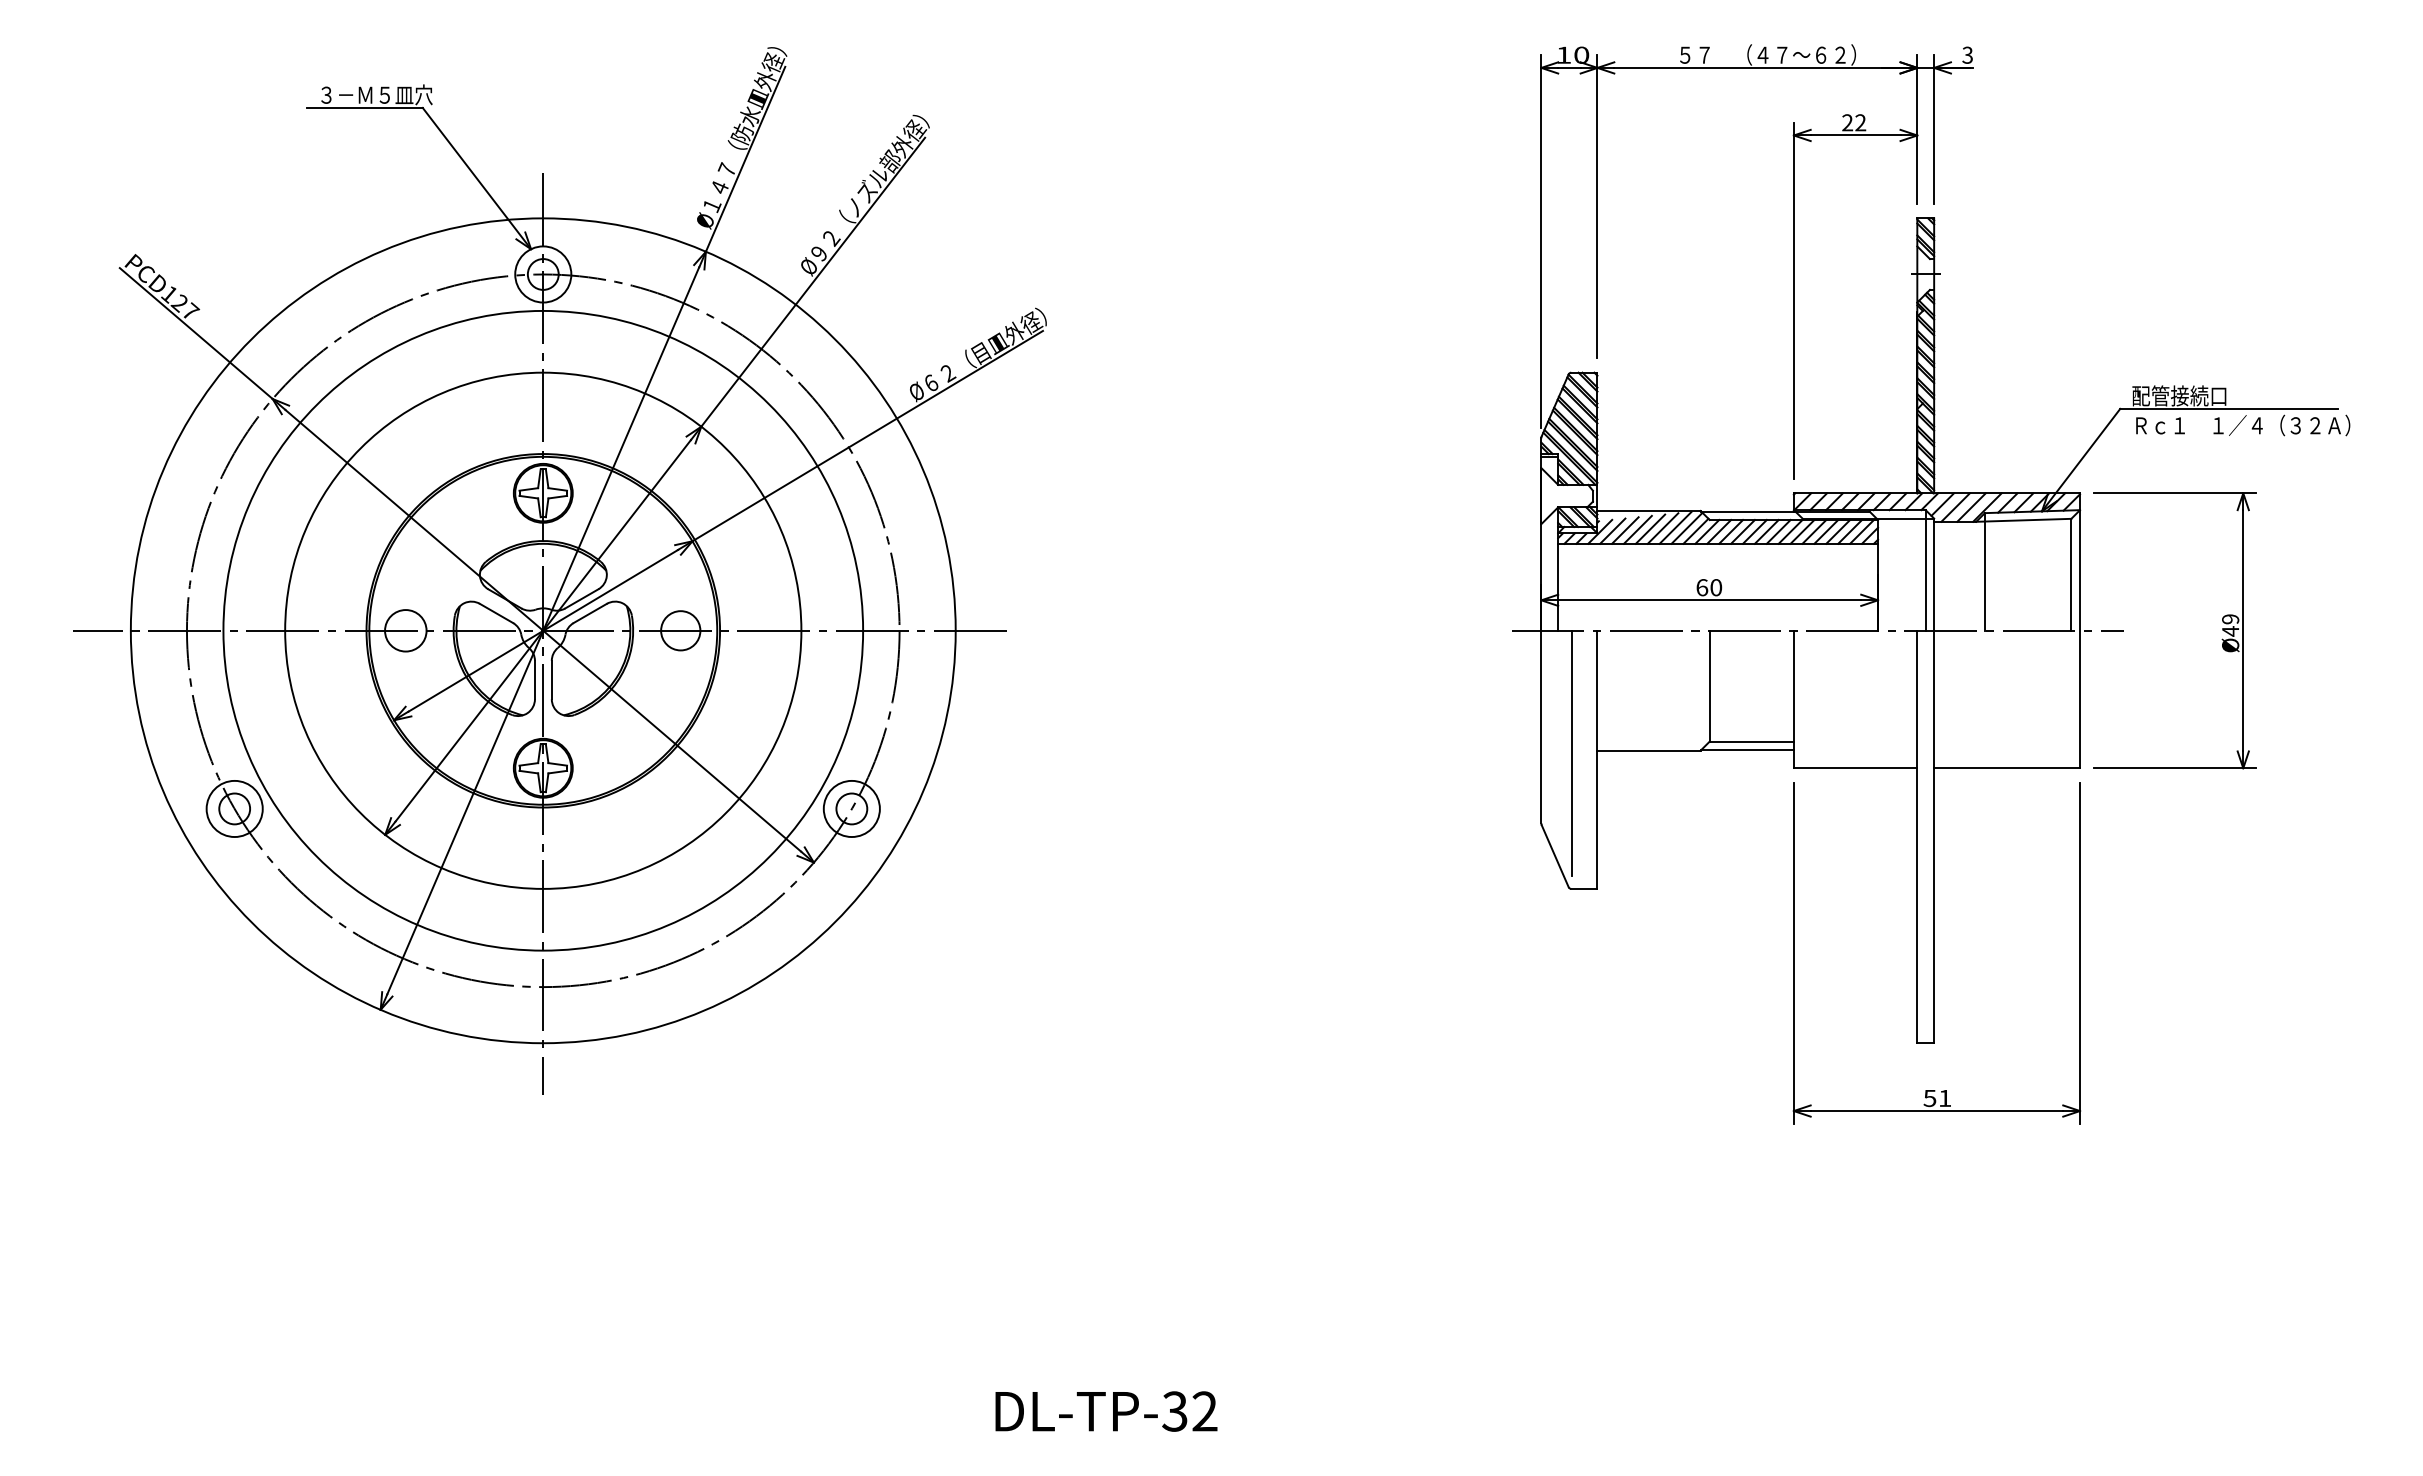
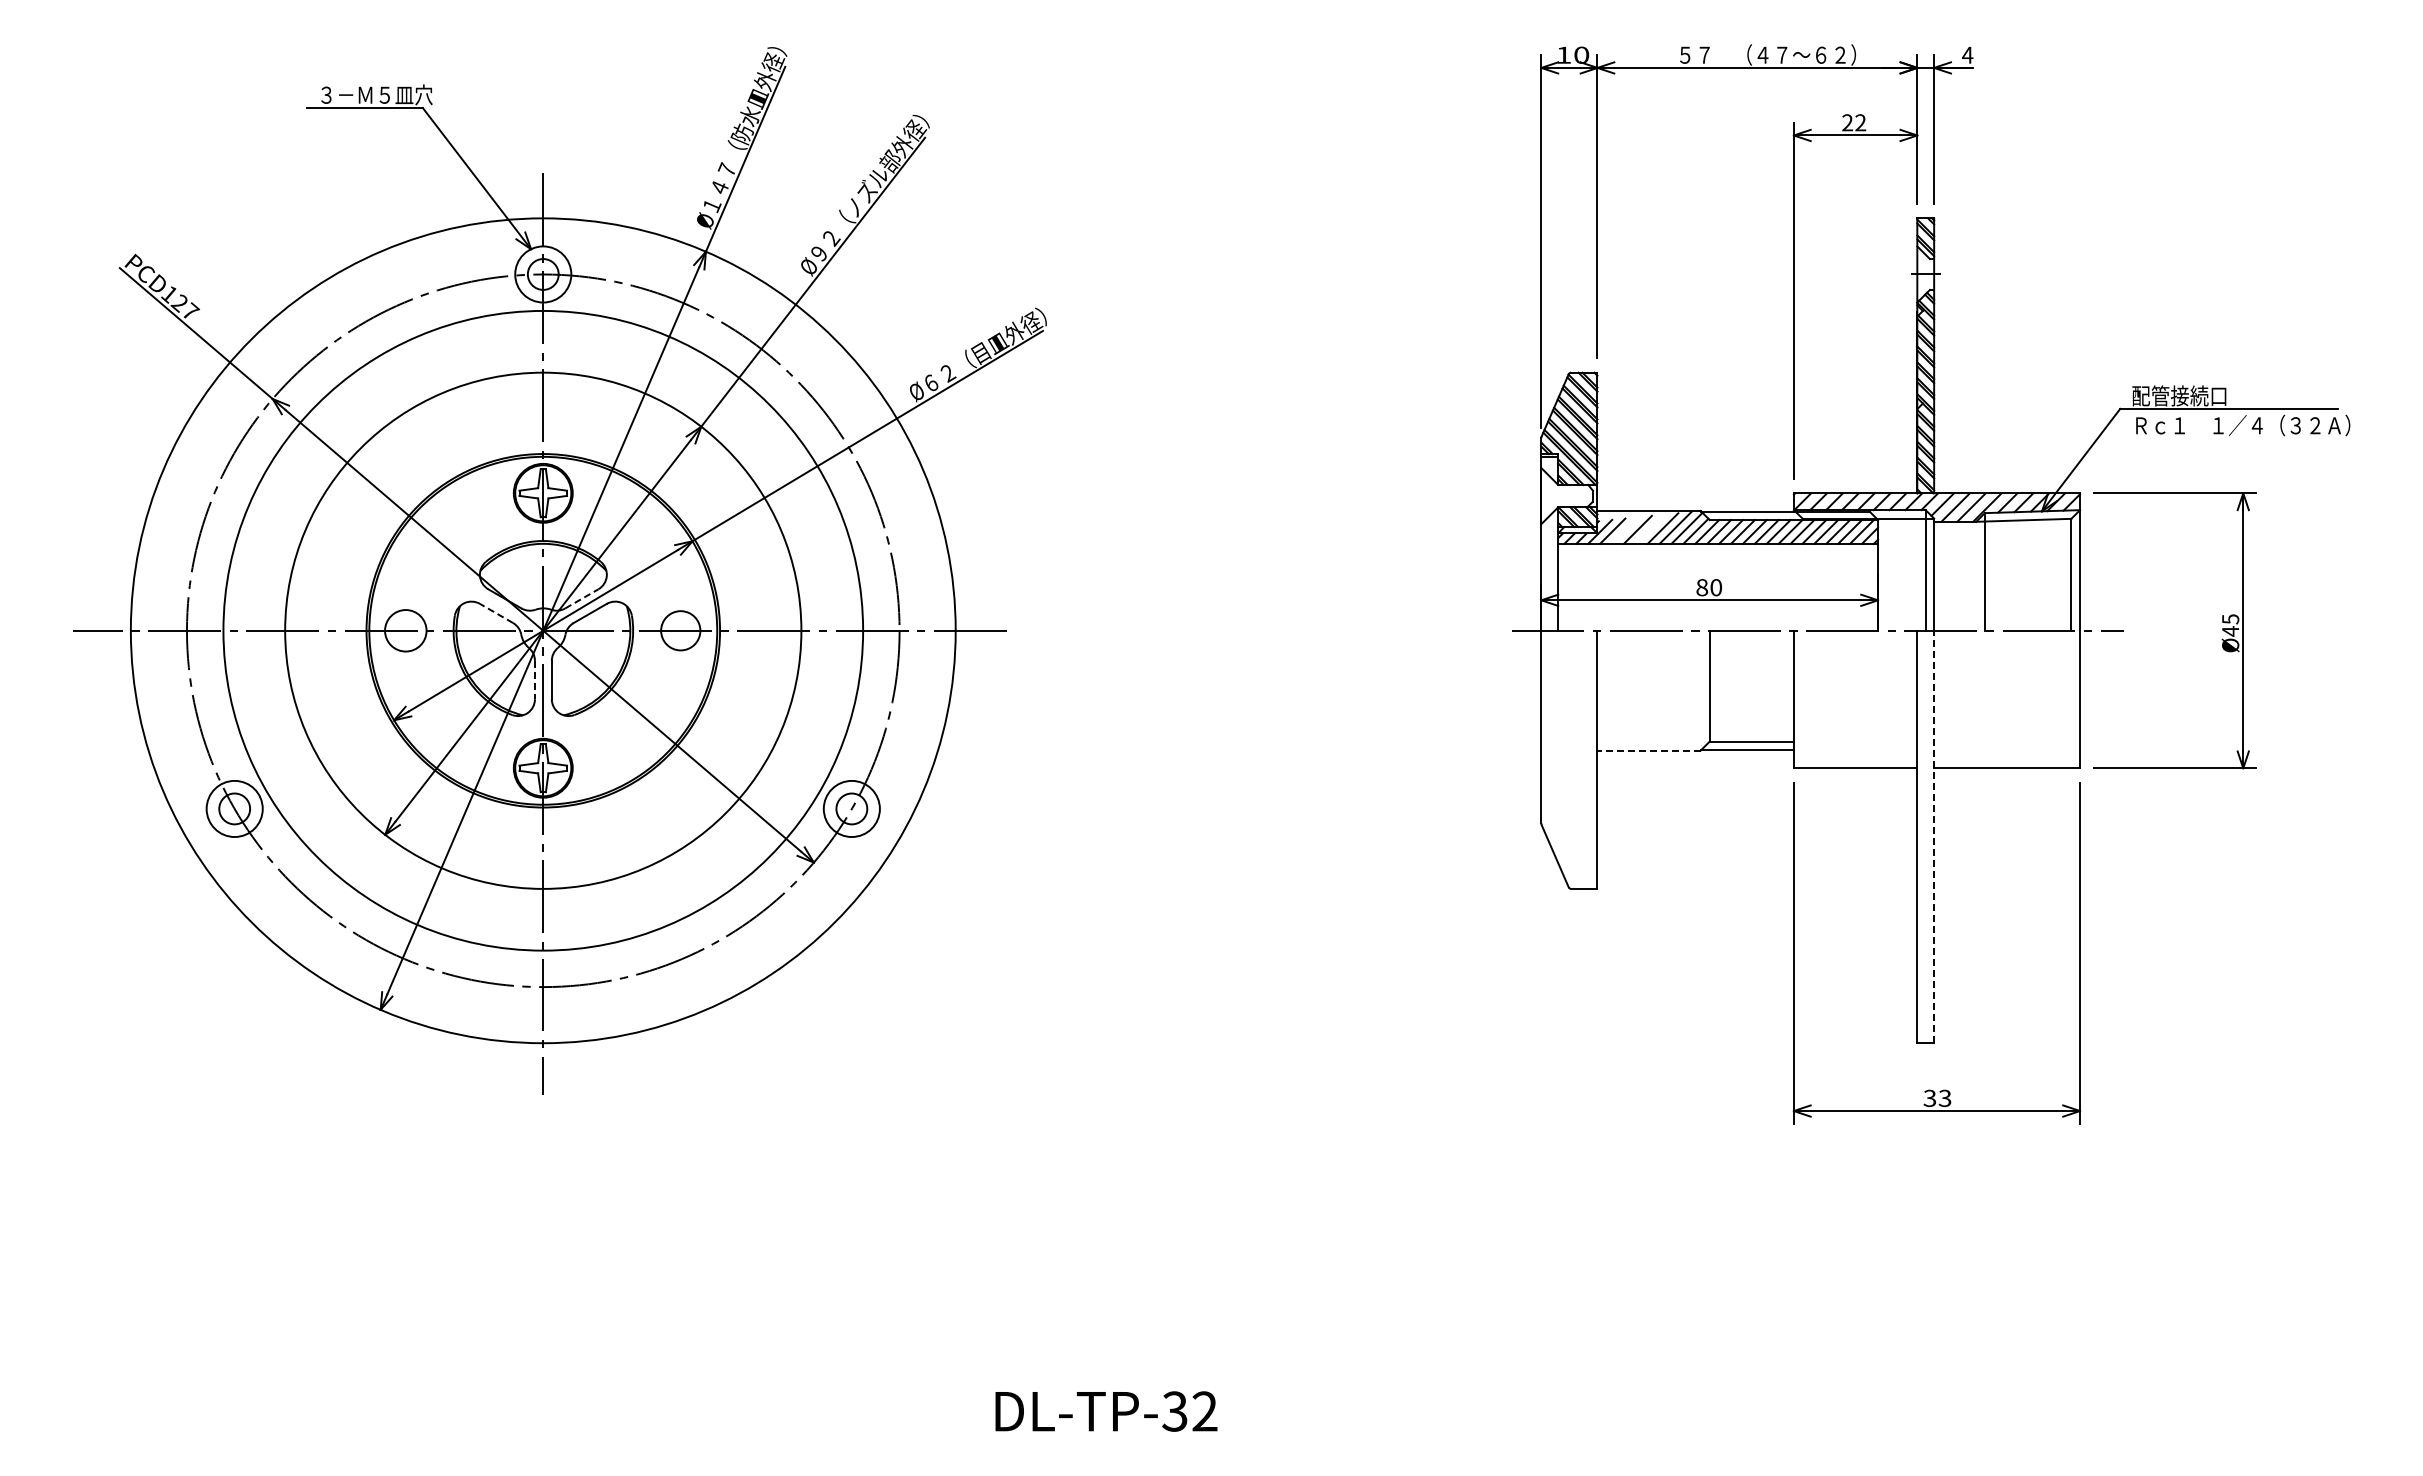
text at (1967, 54): 3 -> 4
line at (1650, 528): present -> none
line at (1625, 530): present -> none
text at (1702, 587): 60 -> 80
line at (582, 598): solid -> dashed
line at (496, 613): solid -> dashed
text at (2230, 619): Ø49 -> Ø45
line at (534, 680): solid -> dashed
line at (1649, 750): solid -> dashed
line at (1572, 753): present -> none
line at (1934, 836): solid -> dashed
text at (1937, 1098): 51 -> 33
